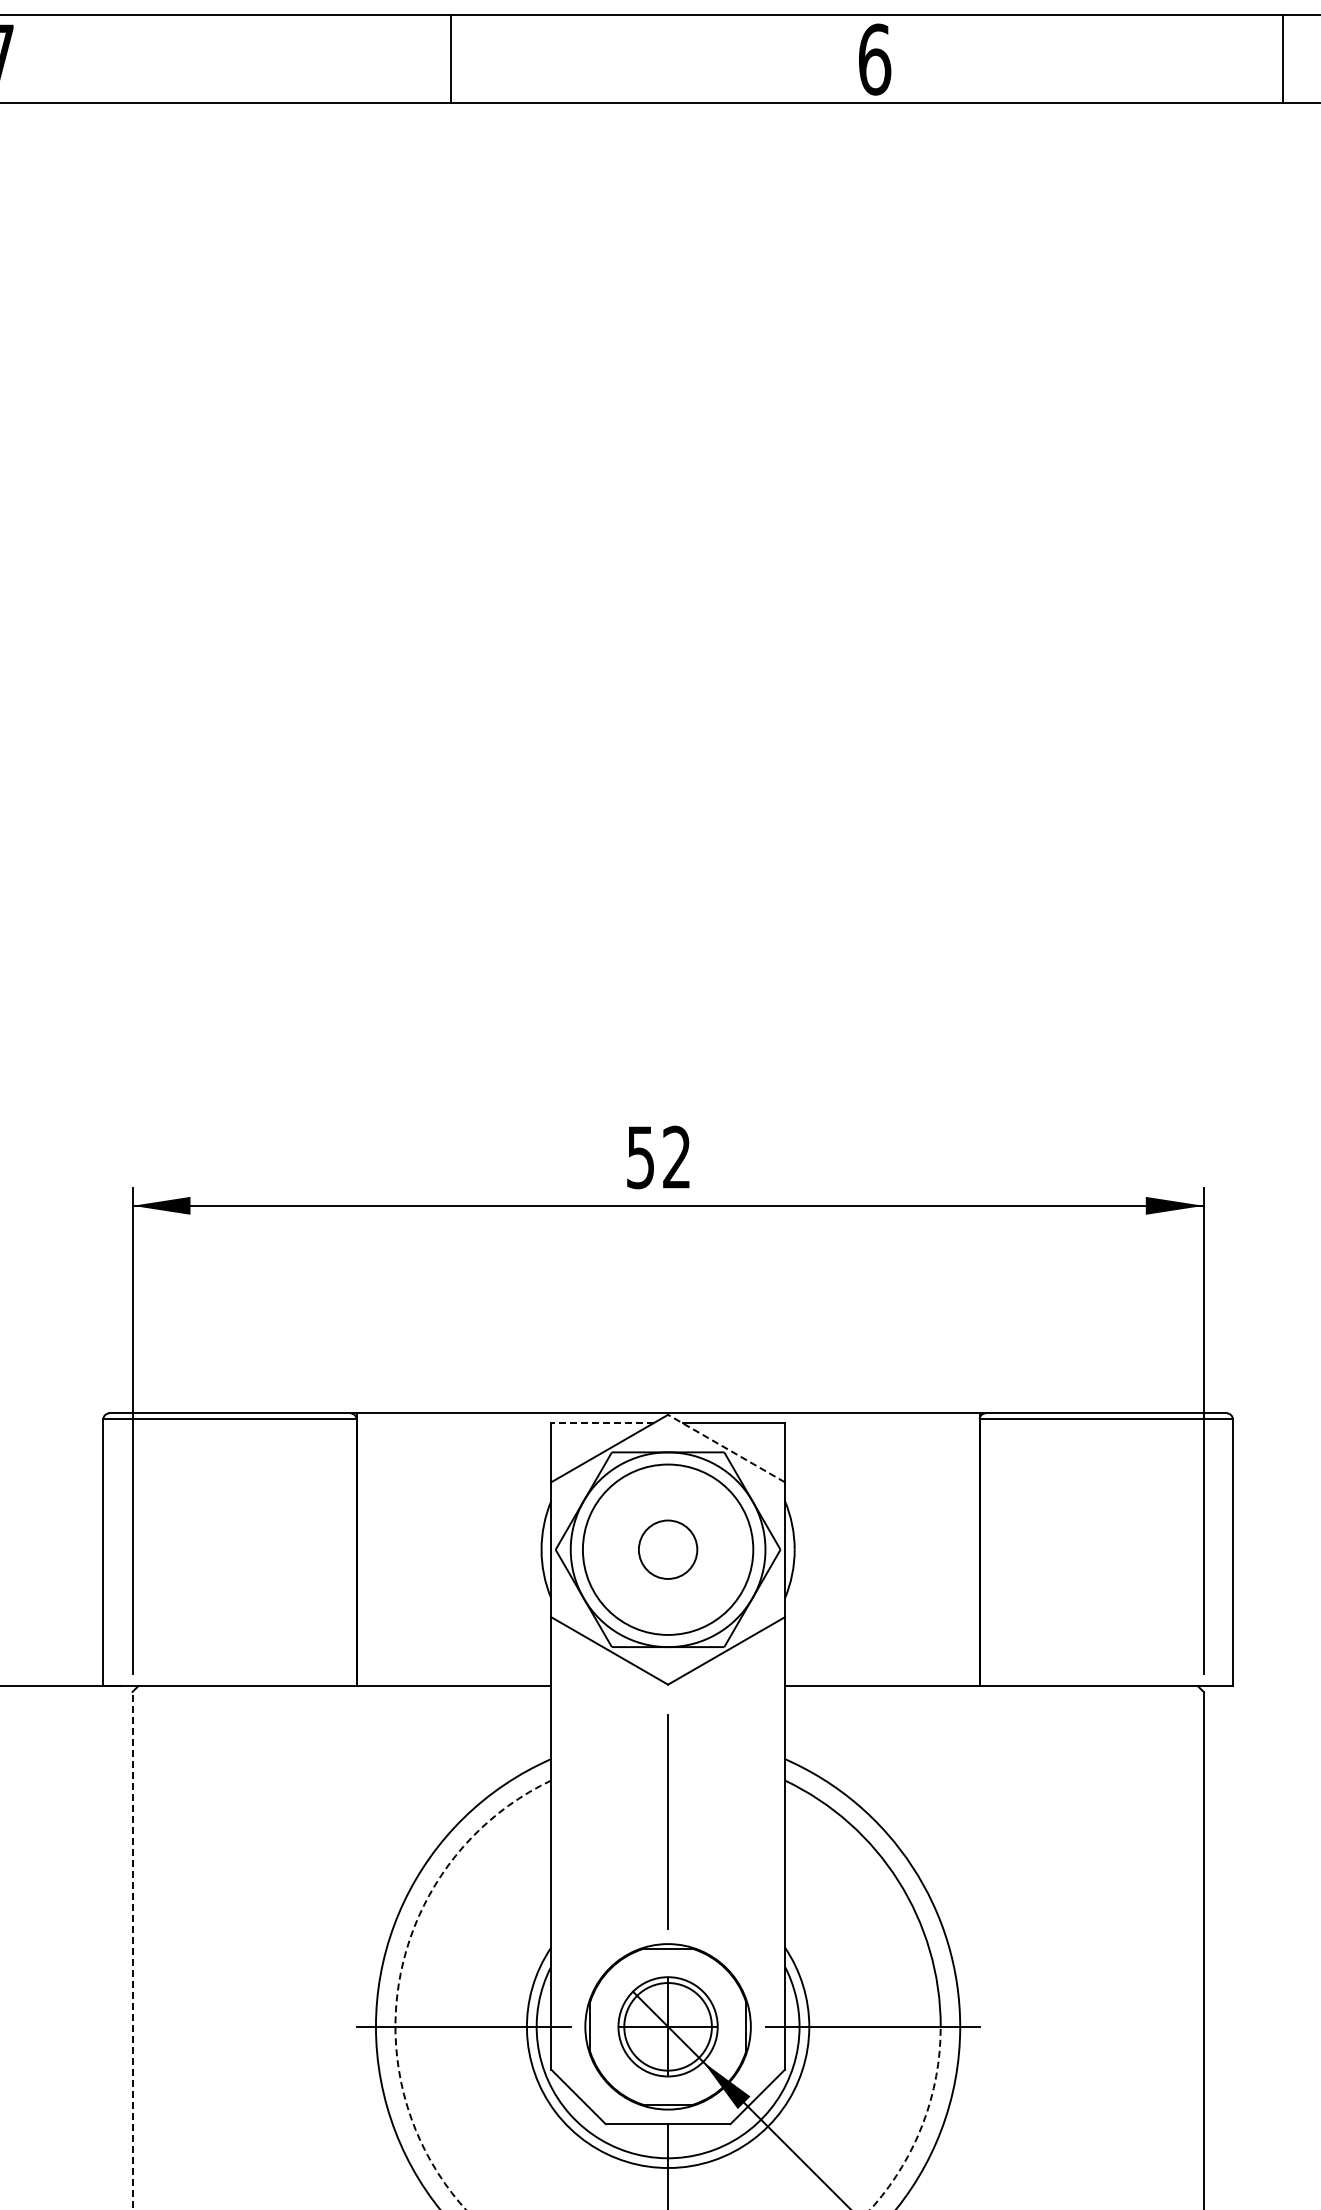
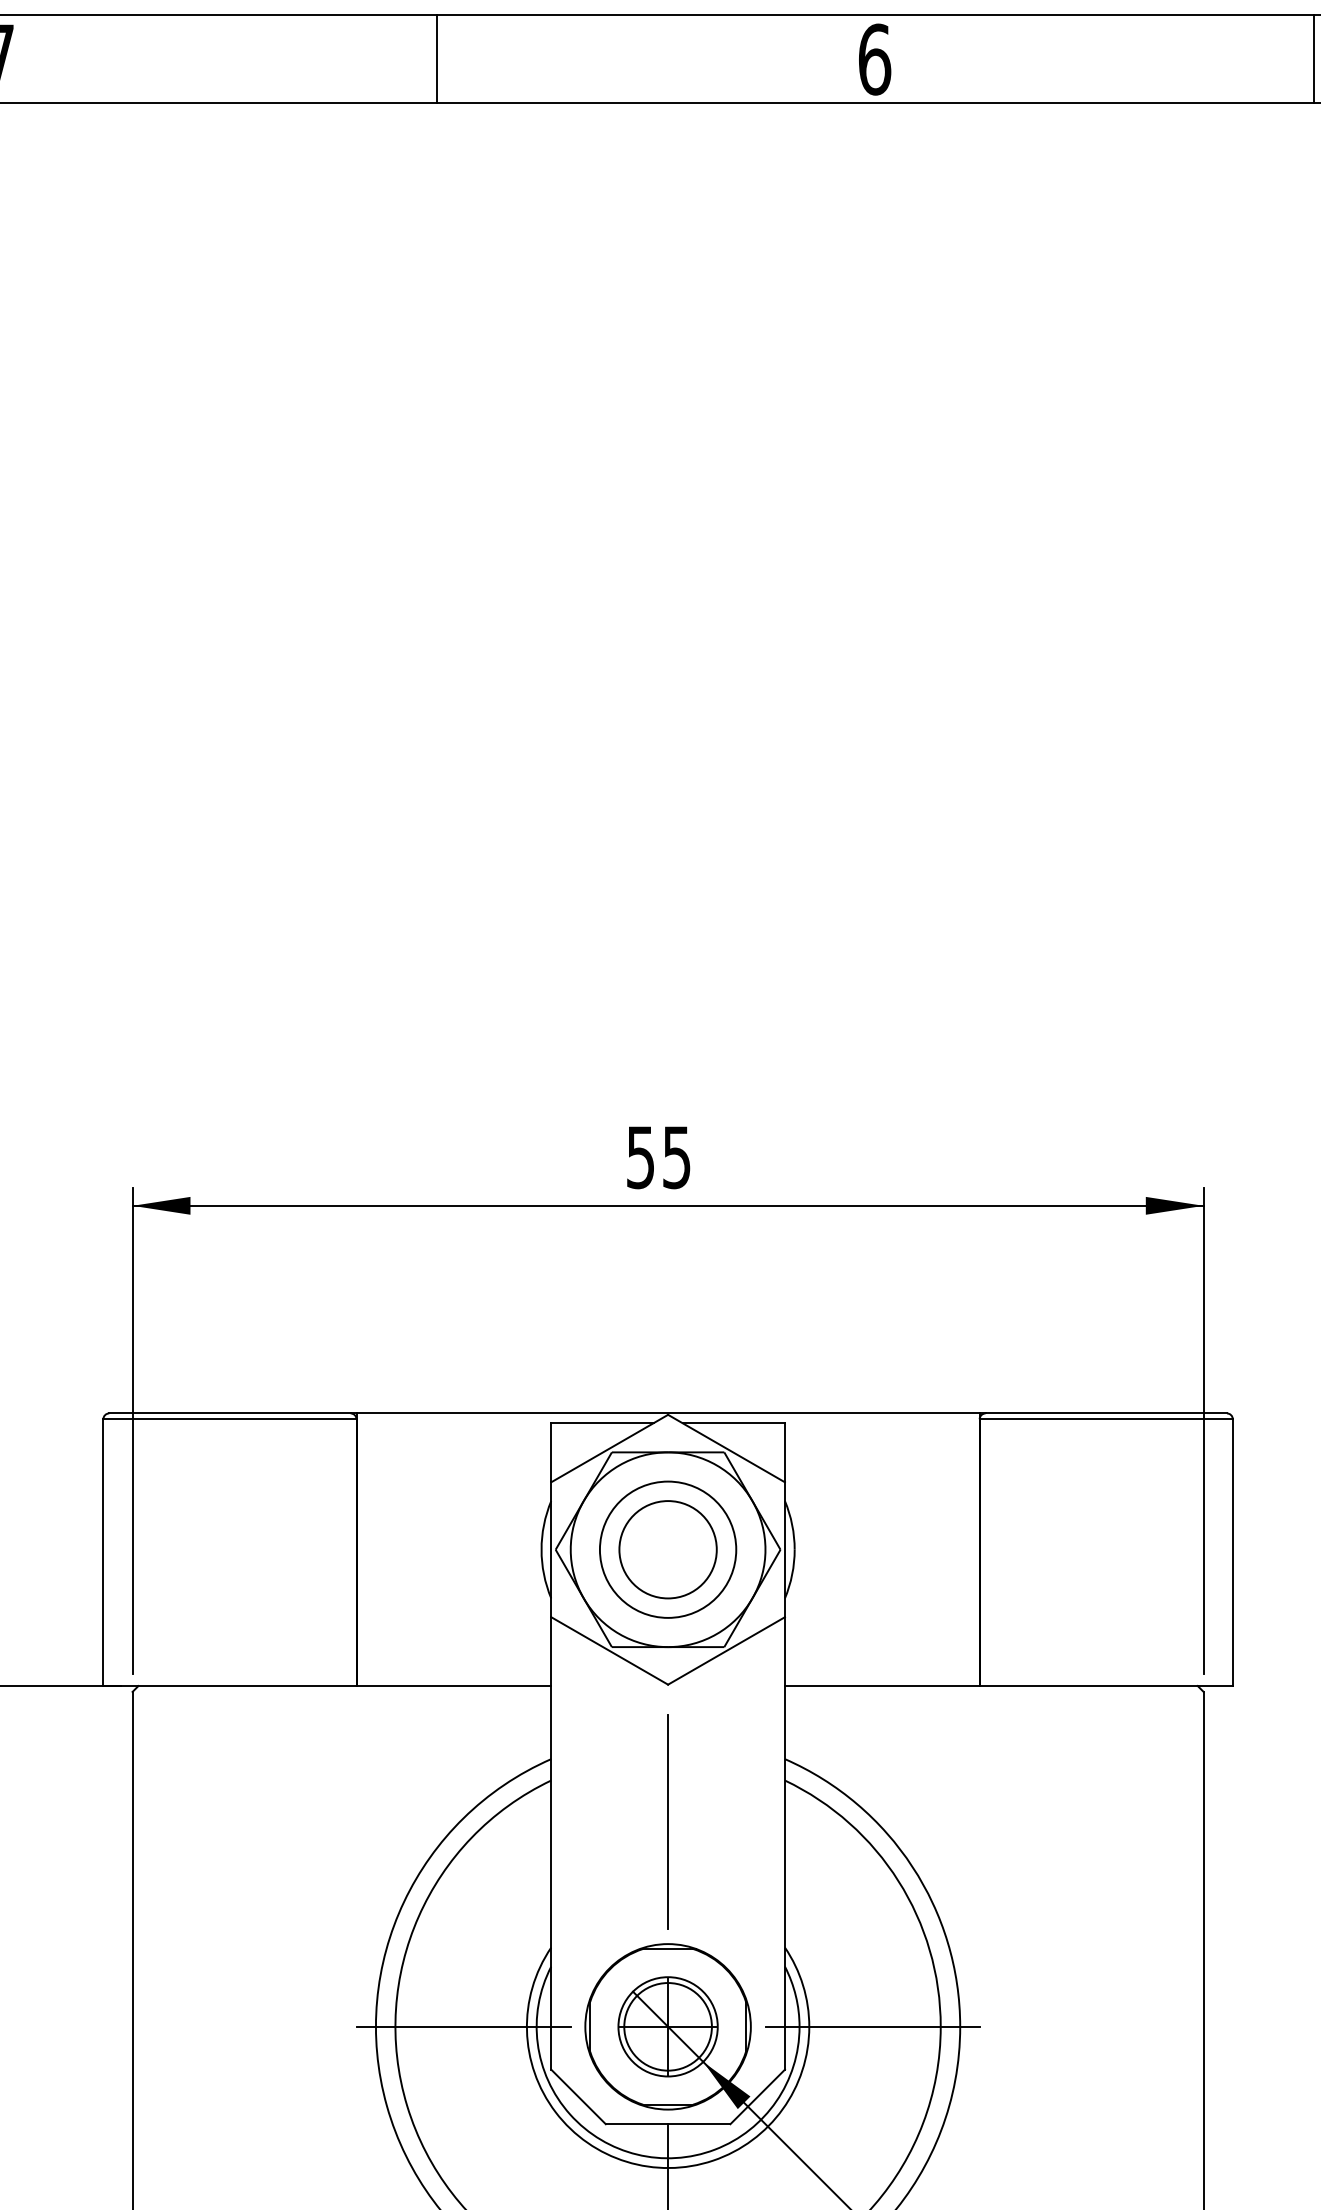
line at (451, 58) position: (451, 58) -> (437, 58)
line at (1282, 58) position: (1282, 58) -> (1313, 58)
text at (676, 1157): 52 -> 55
line at (601, 1423): dashed -> solid
line at (726, 1448): dashed -> solid
circle at (667, 1549) diameter: 170 px -> 136 px
circle at (667, 1549) diameter: 58 px -> 97 px
line at (132, 1950): dashed -> solid
arc at (399, 2074): dashed -> solid
